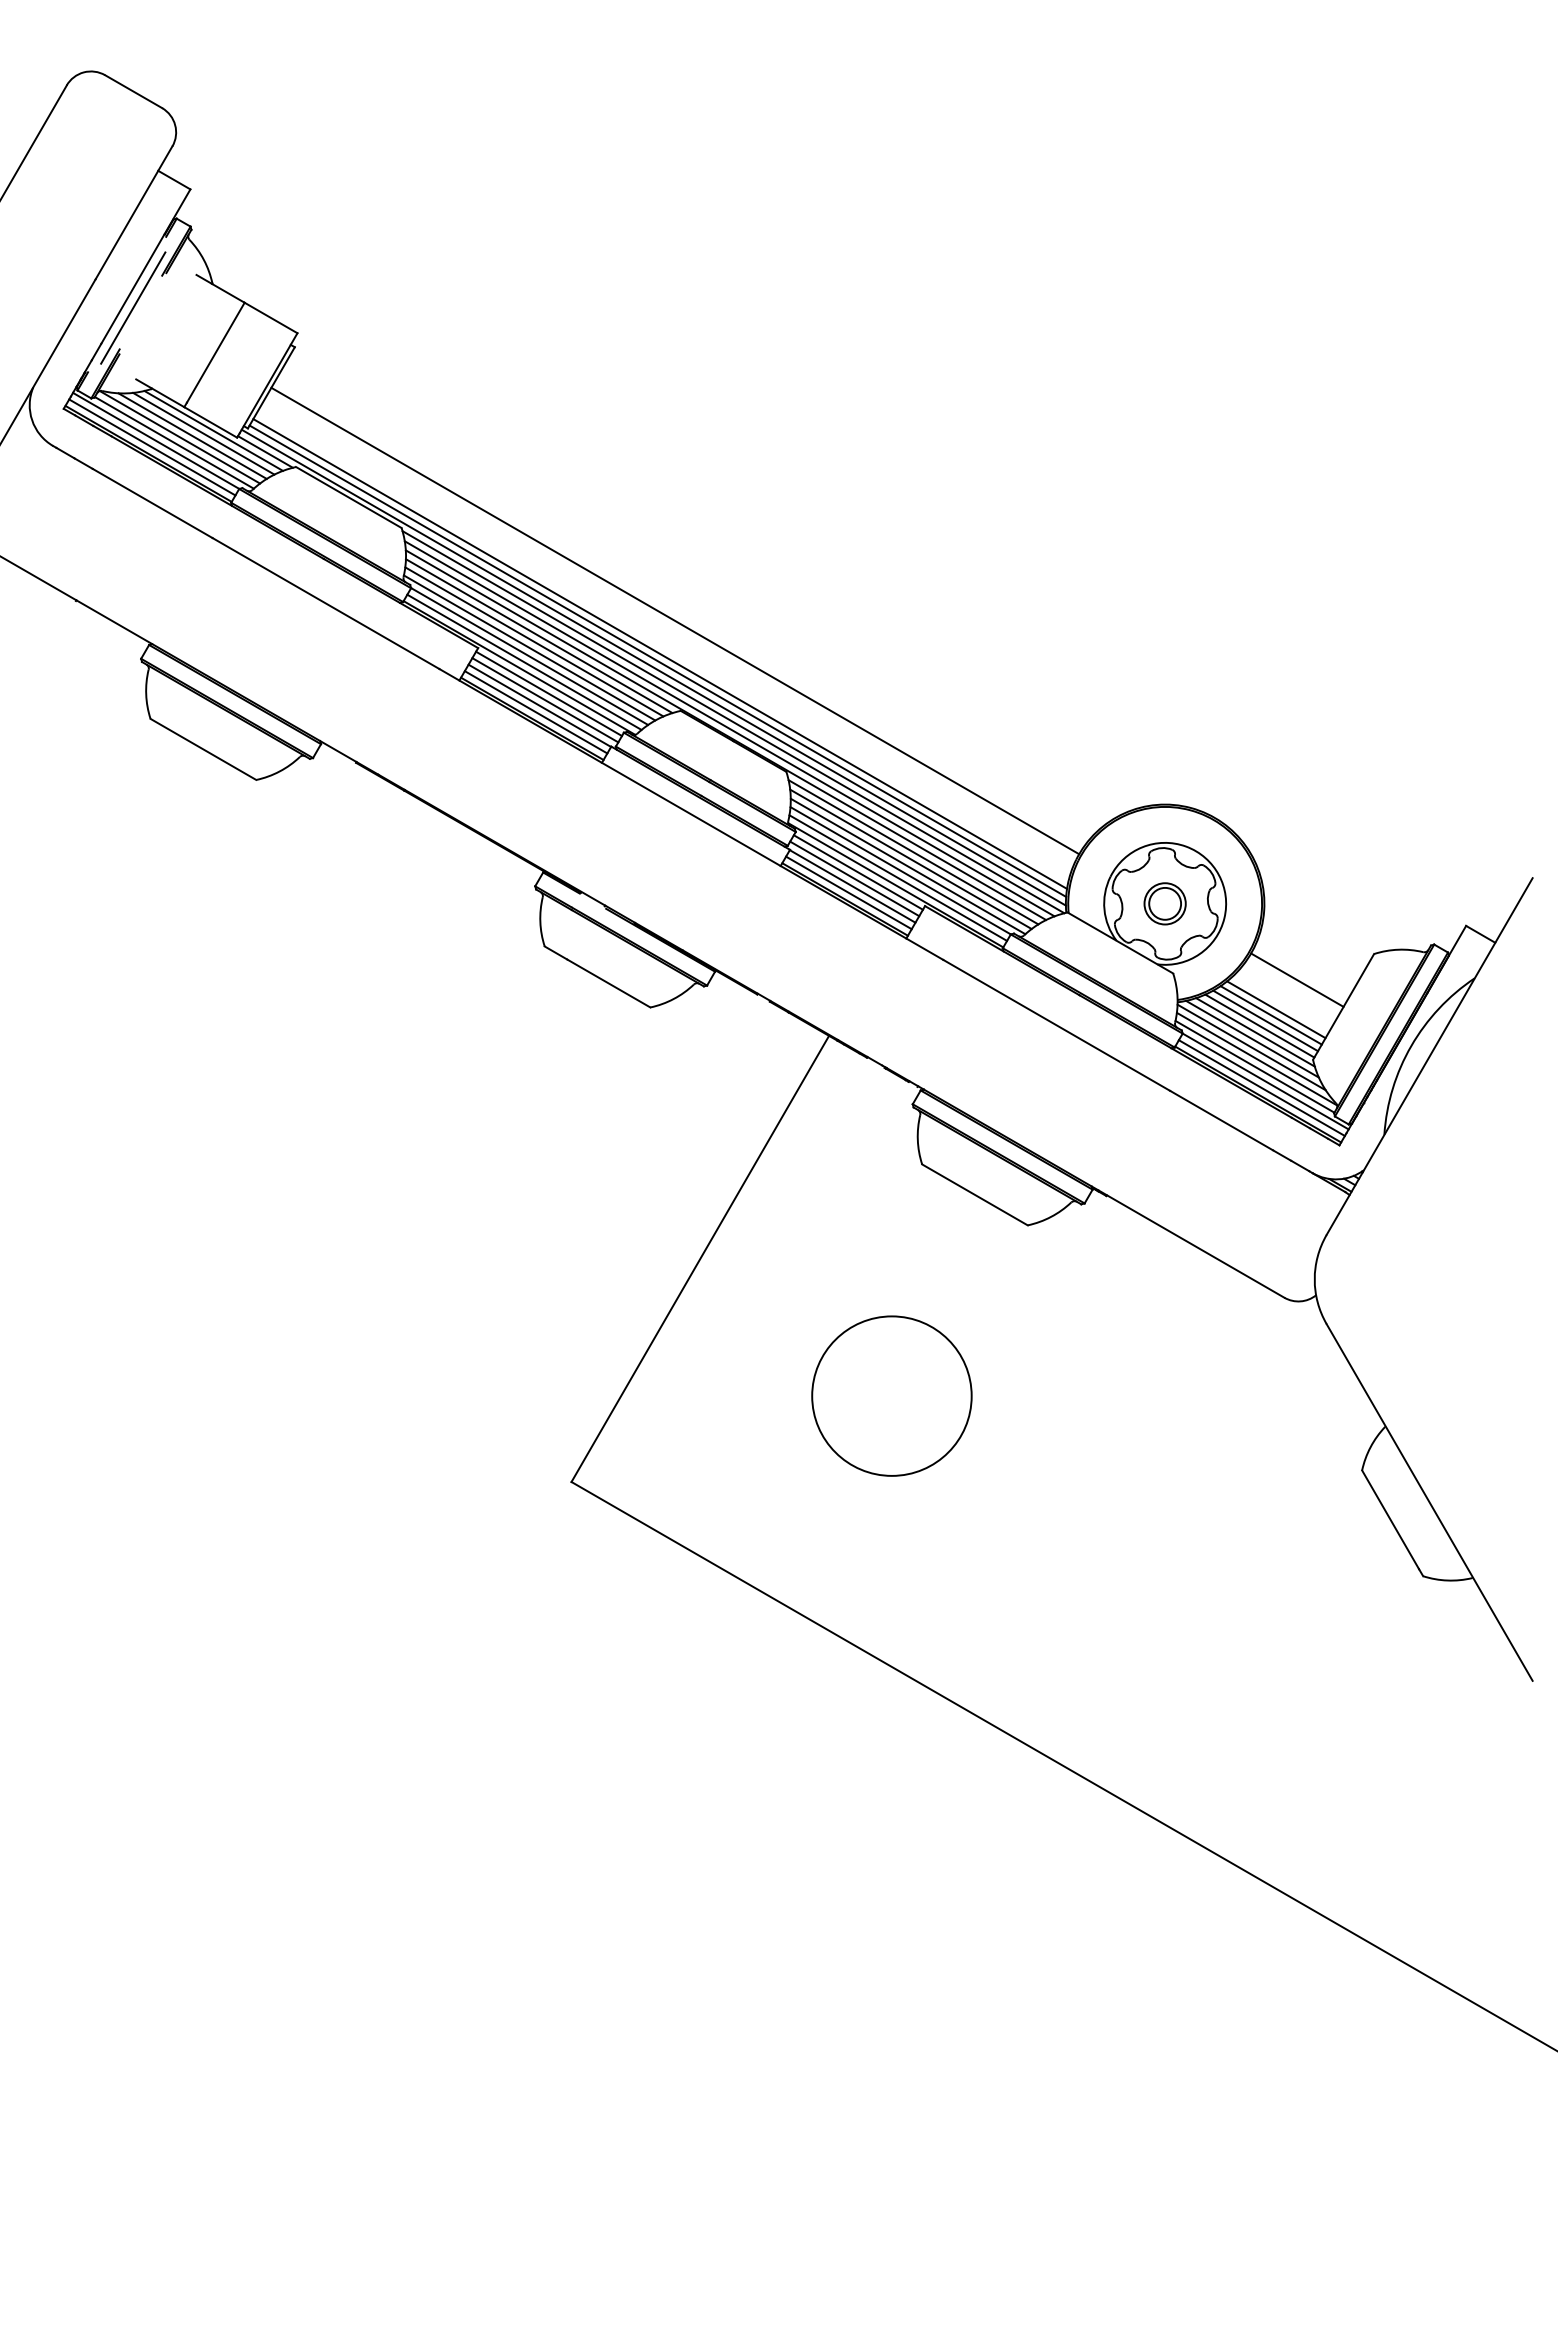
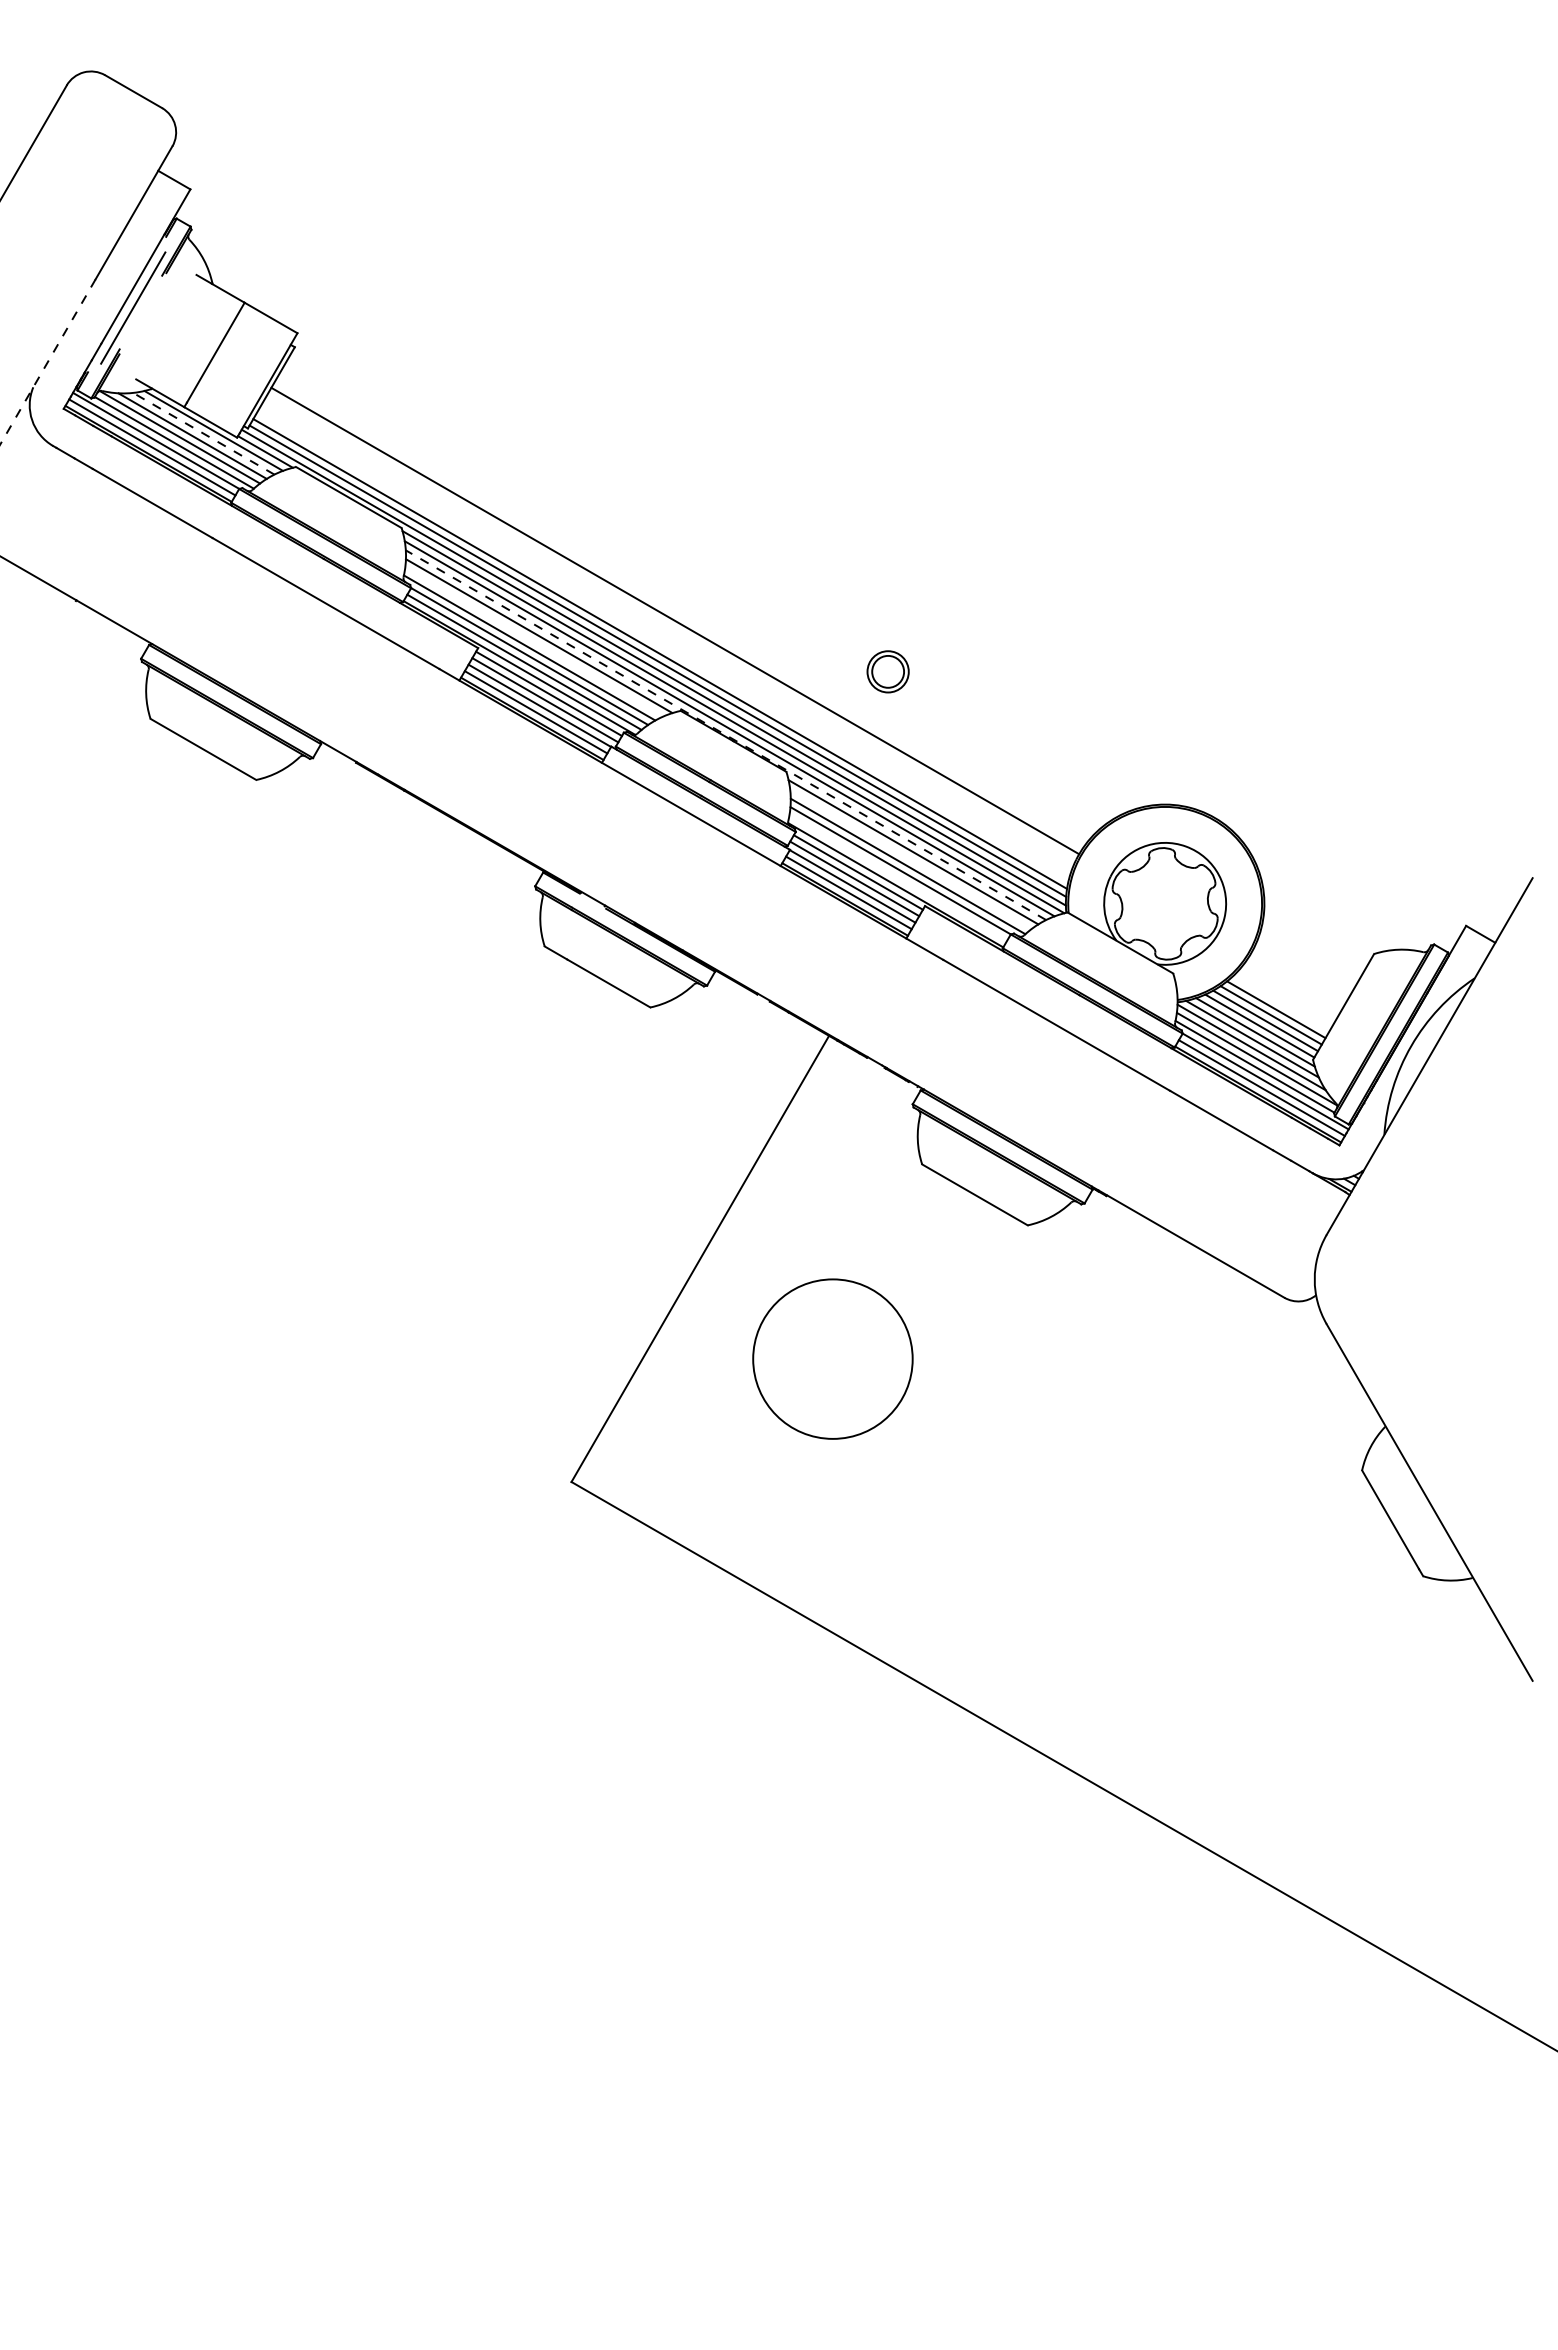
line at (47, 362): solid -> dashed
line at (203, 433): solid -> dashed
line at (534, 641): present -> none
line at (726, 735): solid -> dashed
line at (910, 859): present -> none
line at (898, 877): present -> none
part at (1164, 903) position: (1164, 903) -> (887, 671)
line at (1297, 979): present -> none
circle at (891, 1395) position: (891, 1395) -> (832, 1358)
